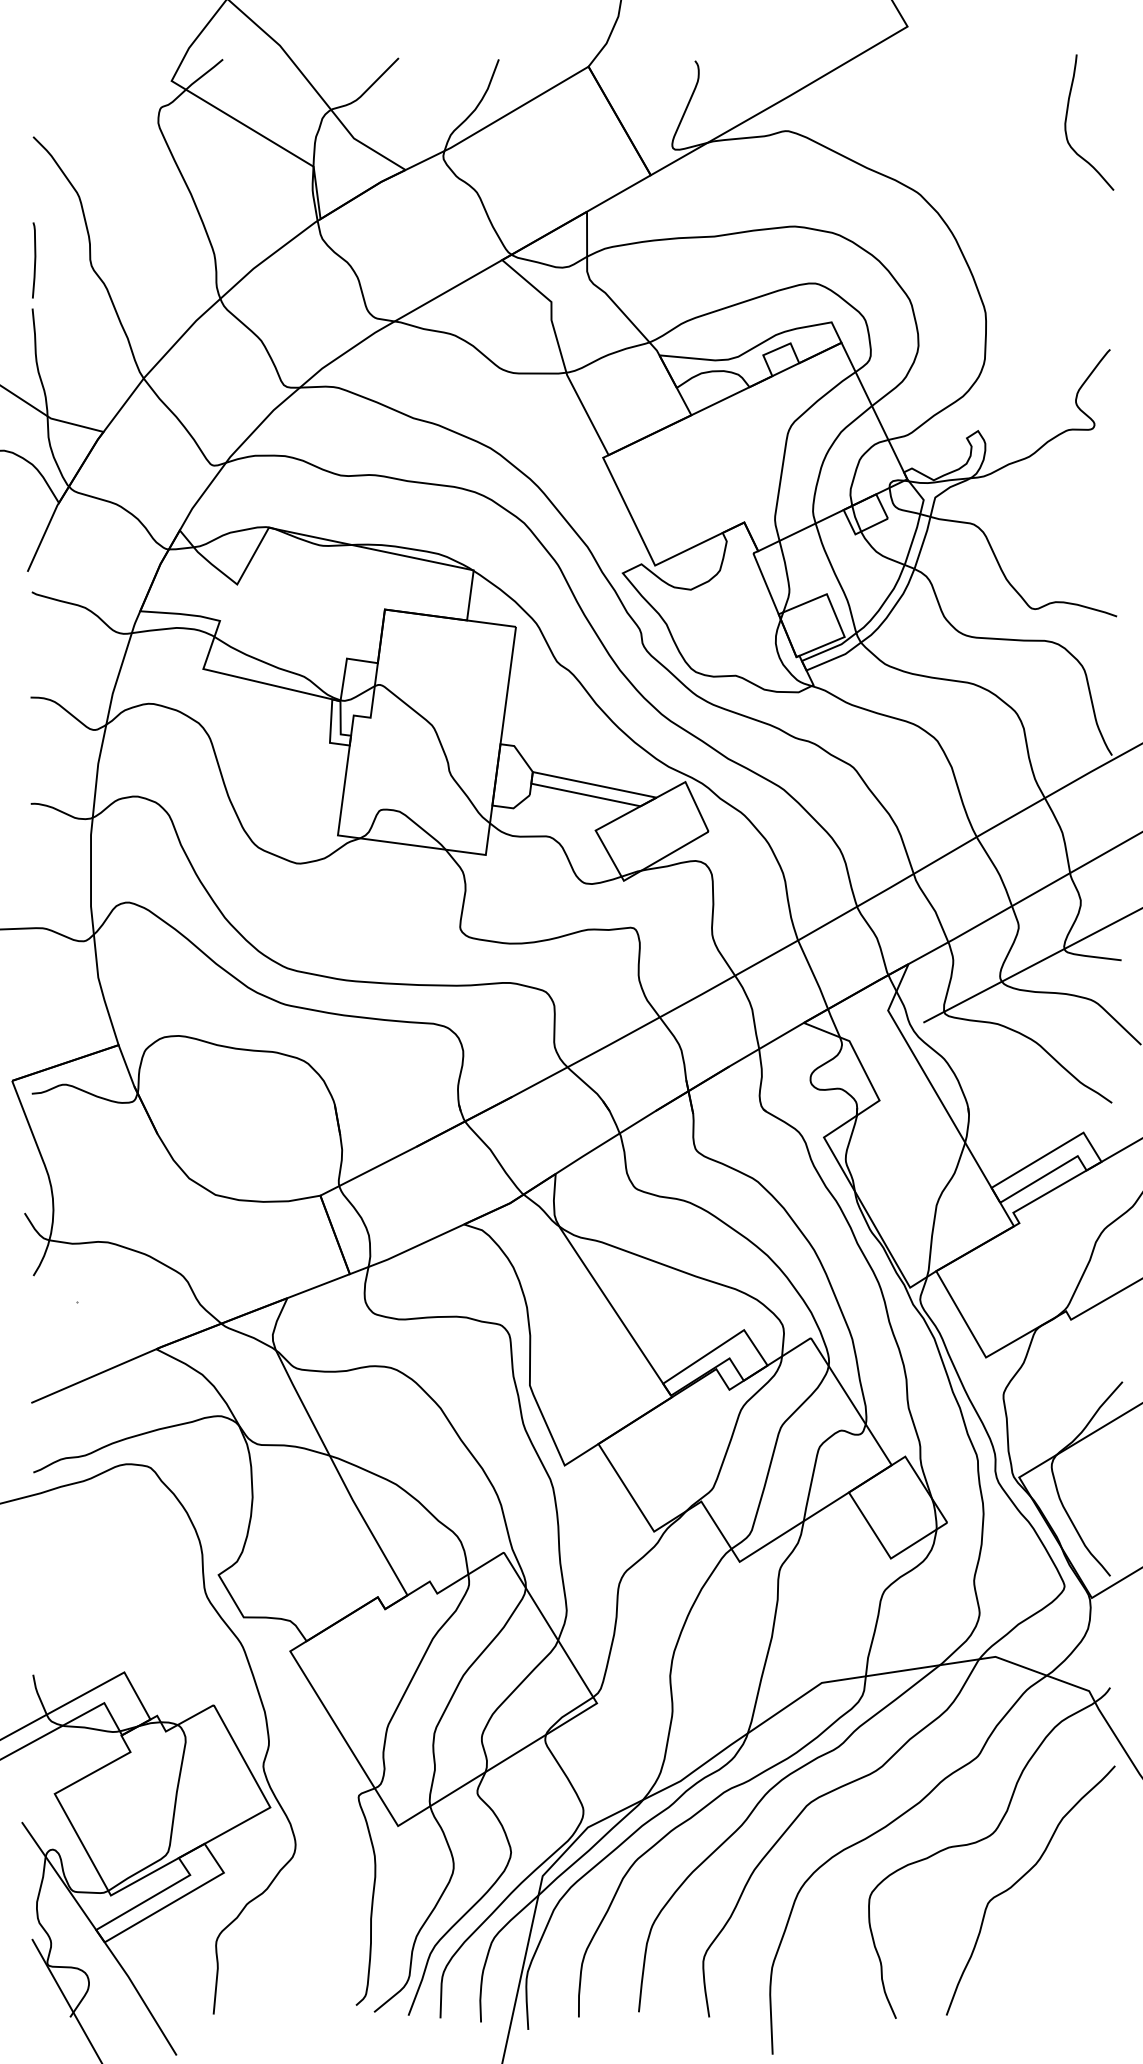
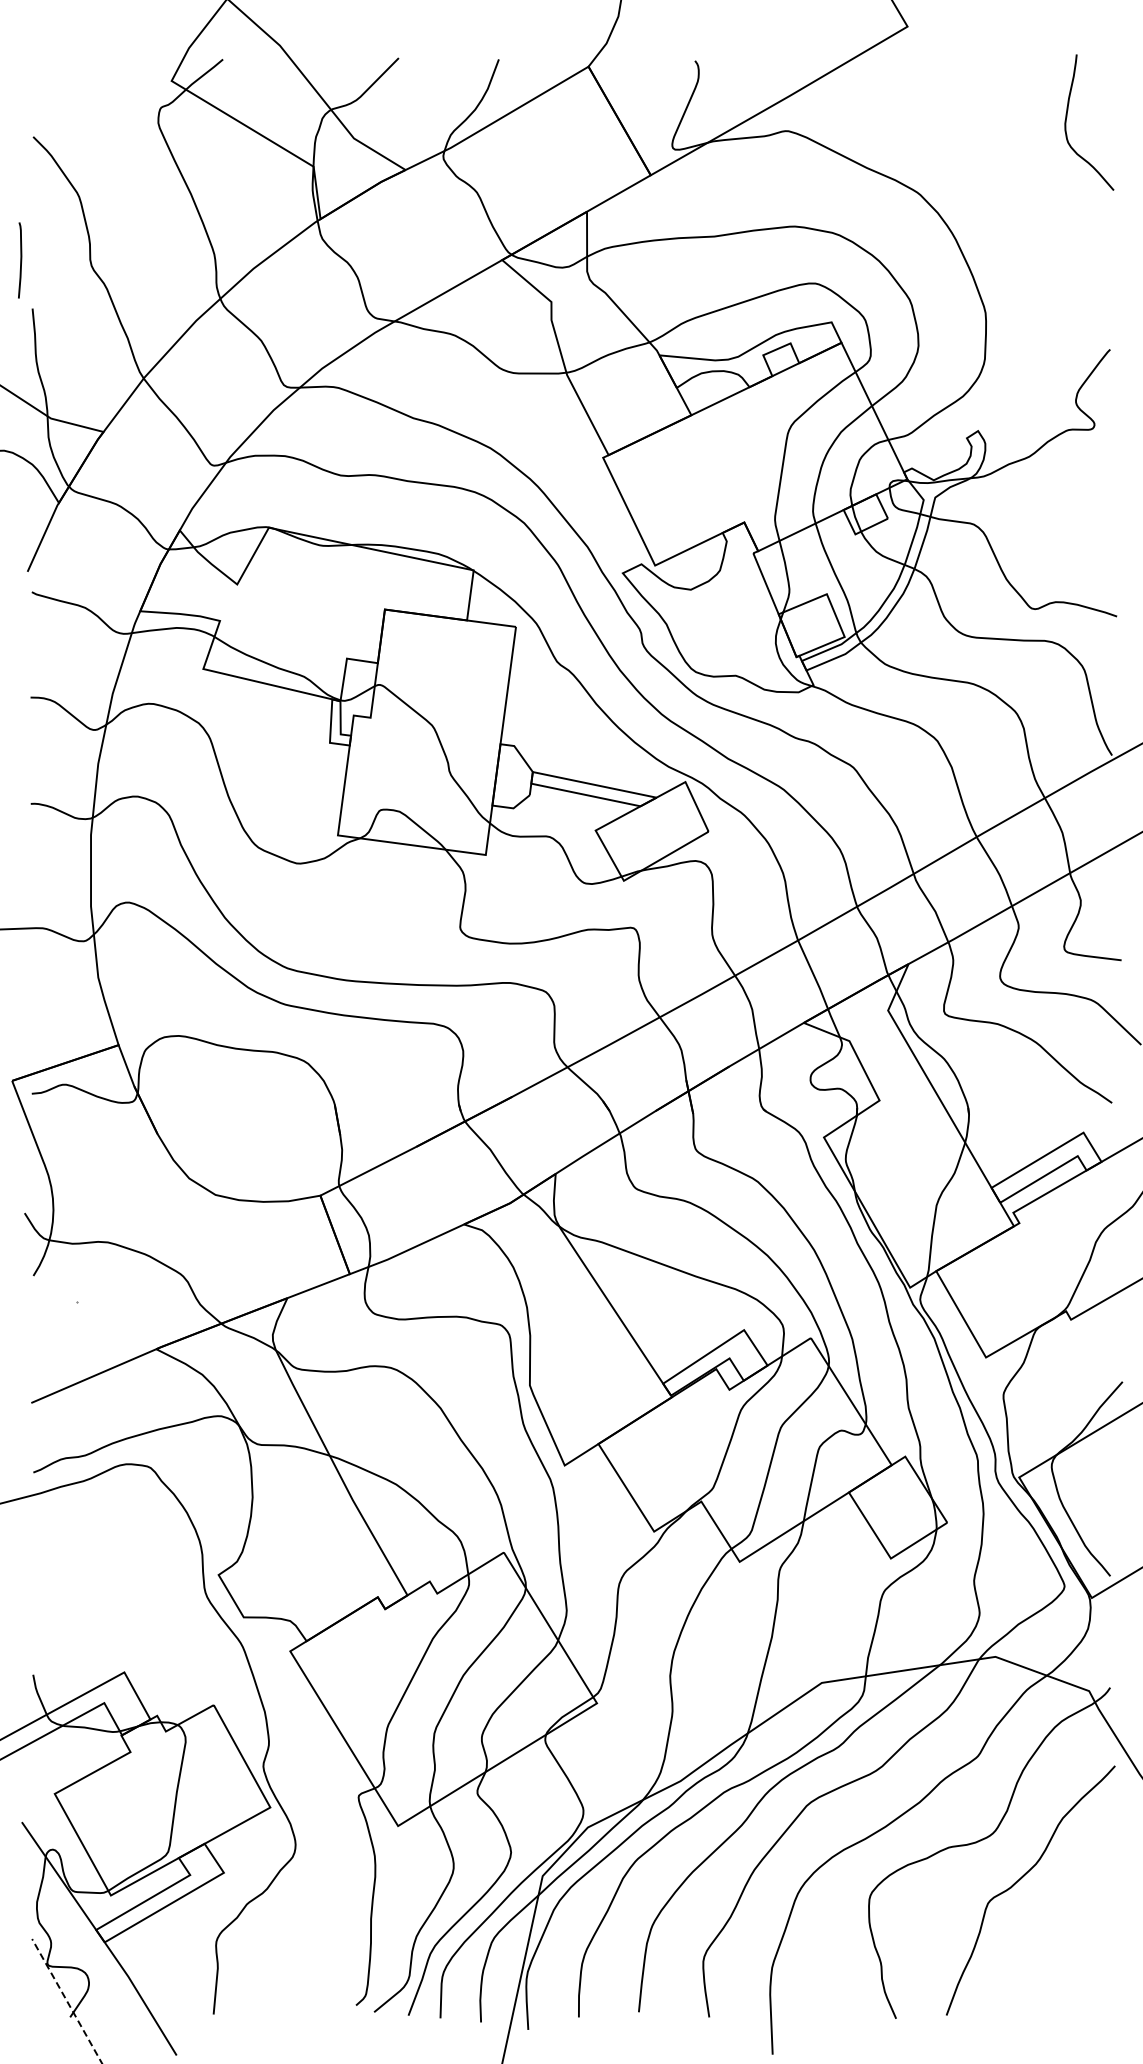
curve at (34, 260) position: (34, 260) -> (20, 260)
line at (1031, 965): present -> none
line at (66, 2000): solid -> dashed
